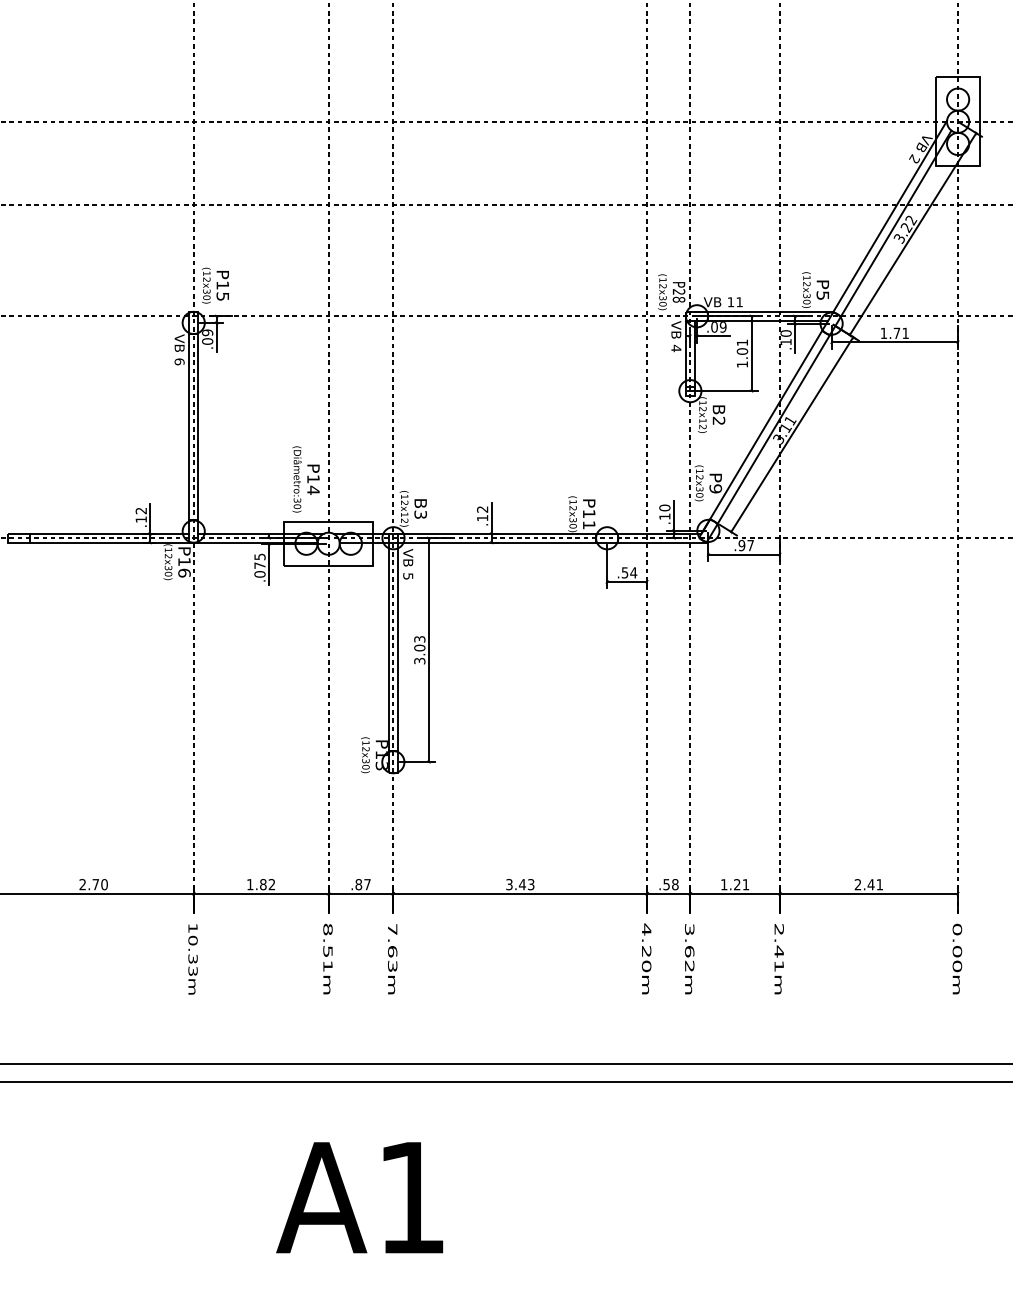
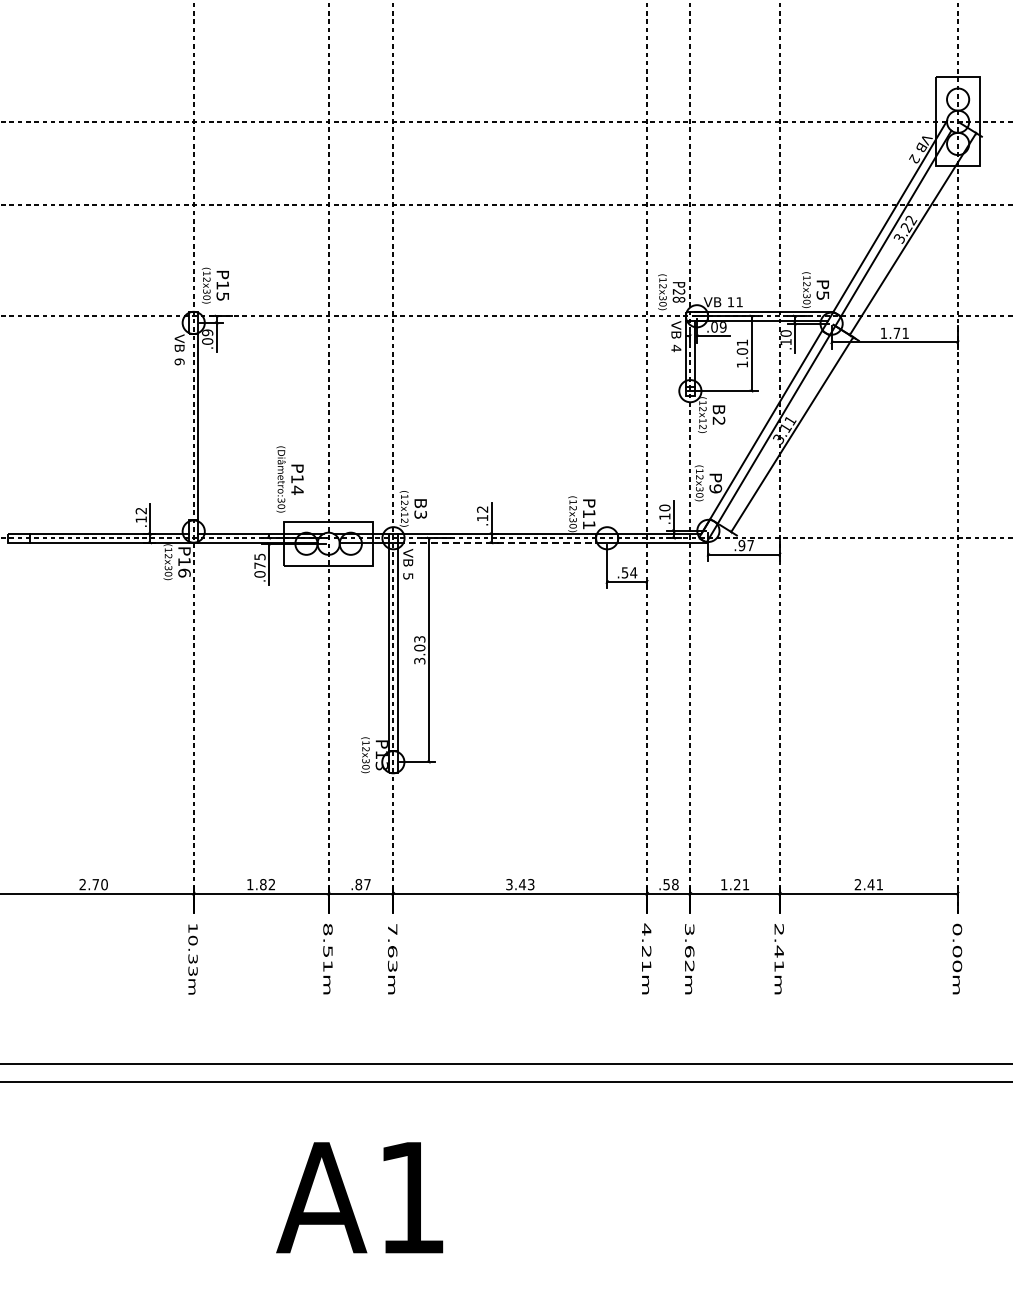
line at (189, 427): present -> none
text at (305, 479) position: (305, 479) -> (289, 479)
line at (497, 542): solid -> dashed
text at (646, 966): 4.20m -> 4.21m
